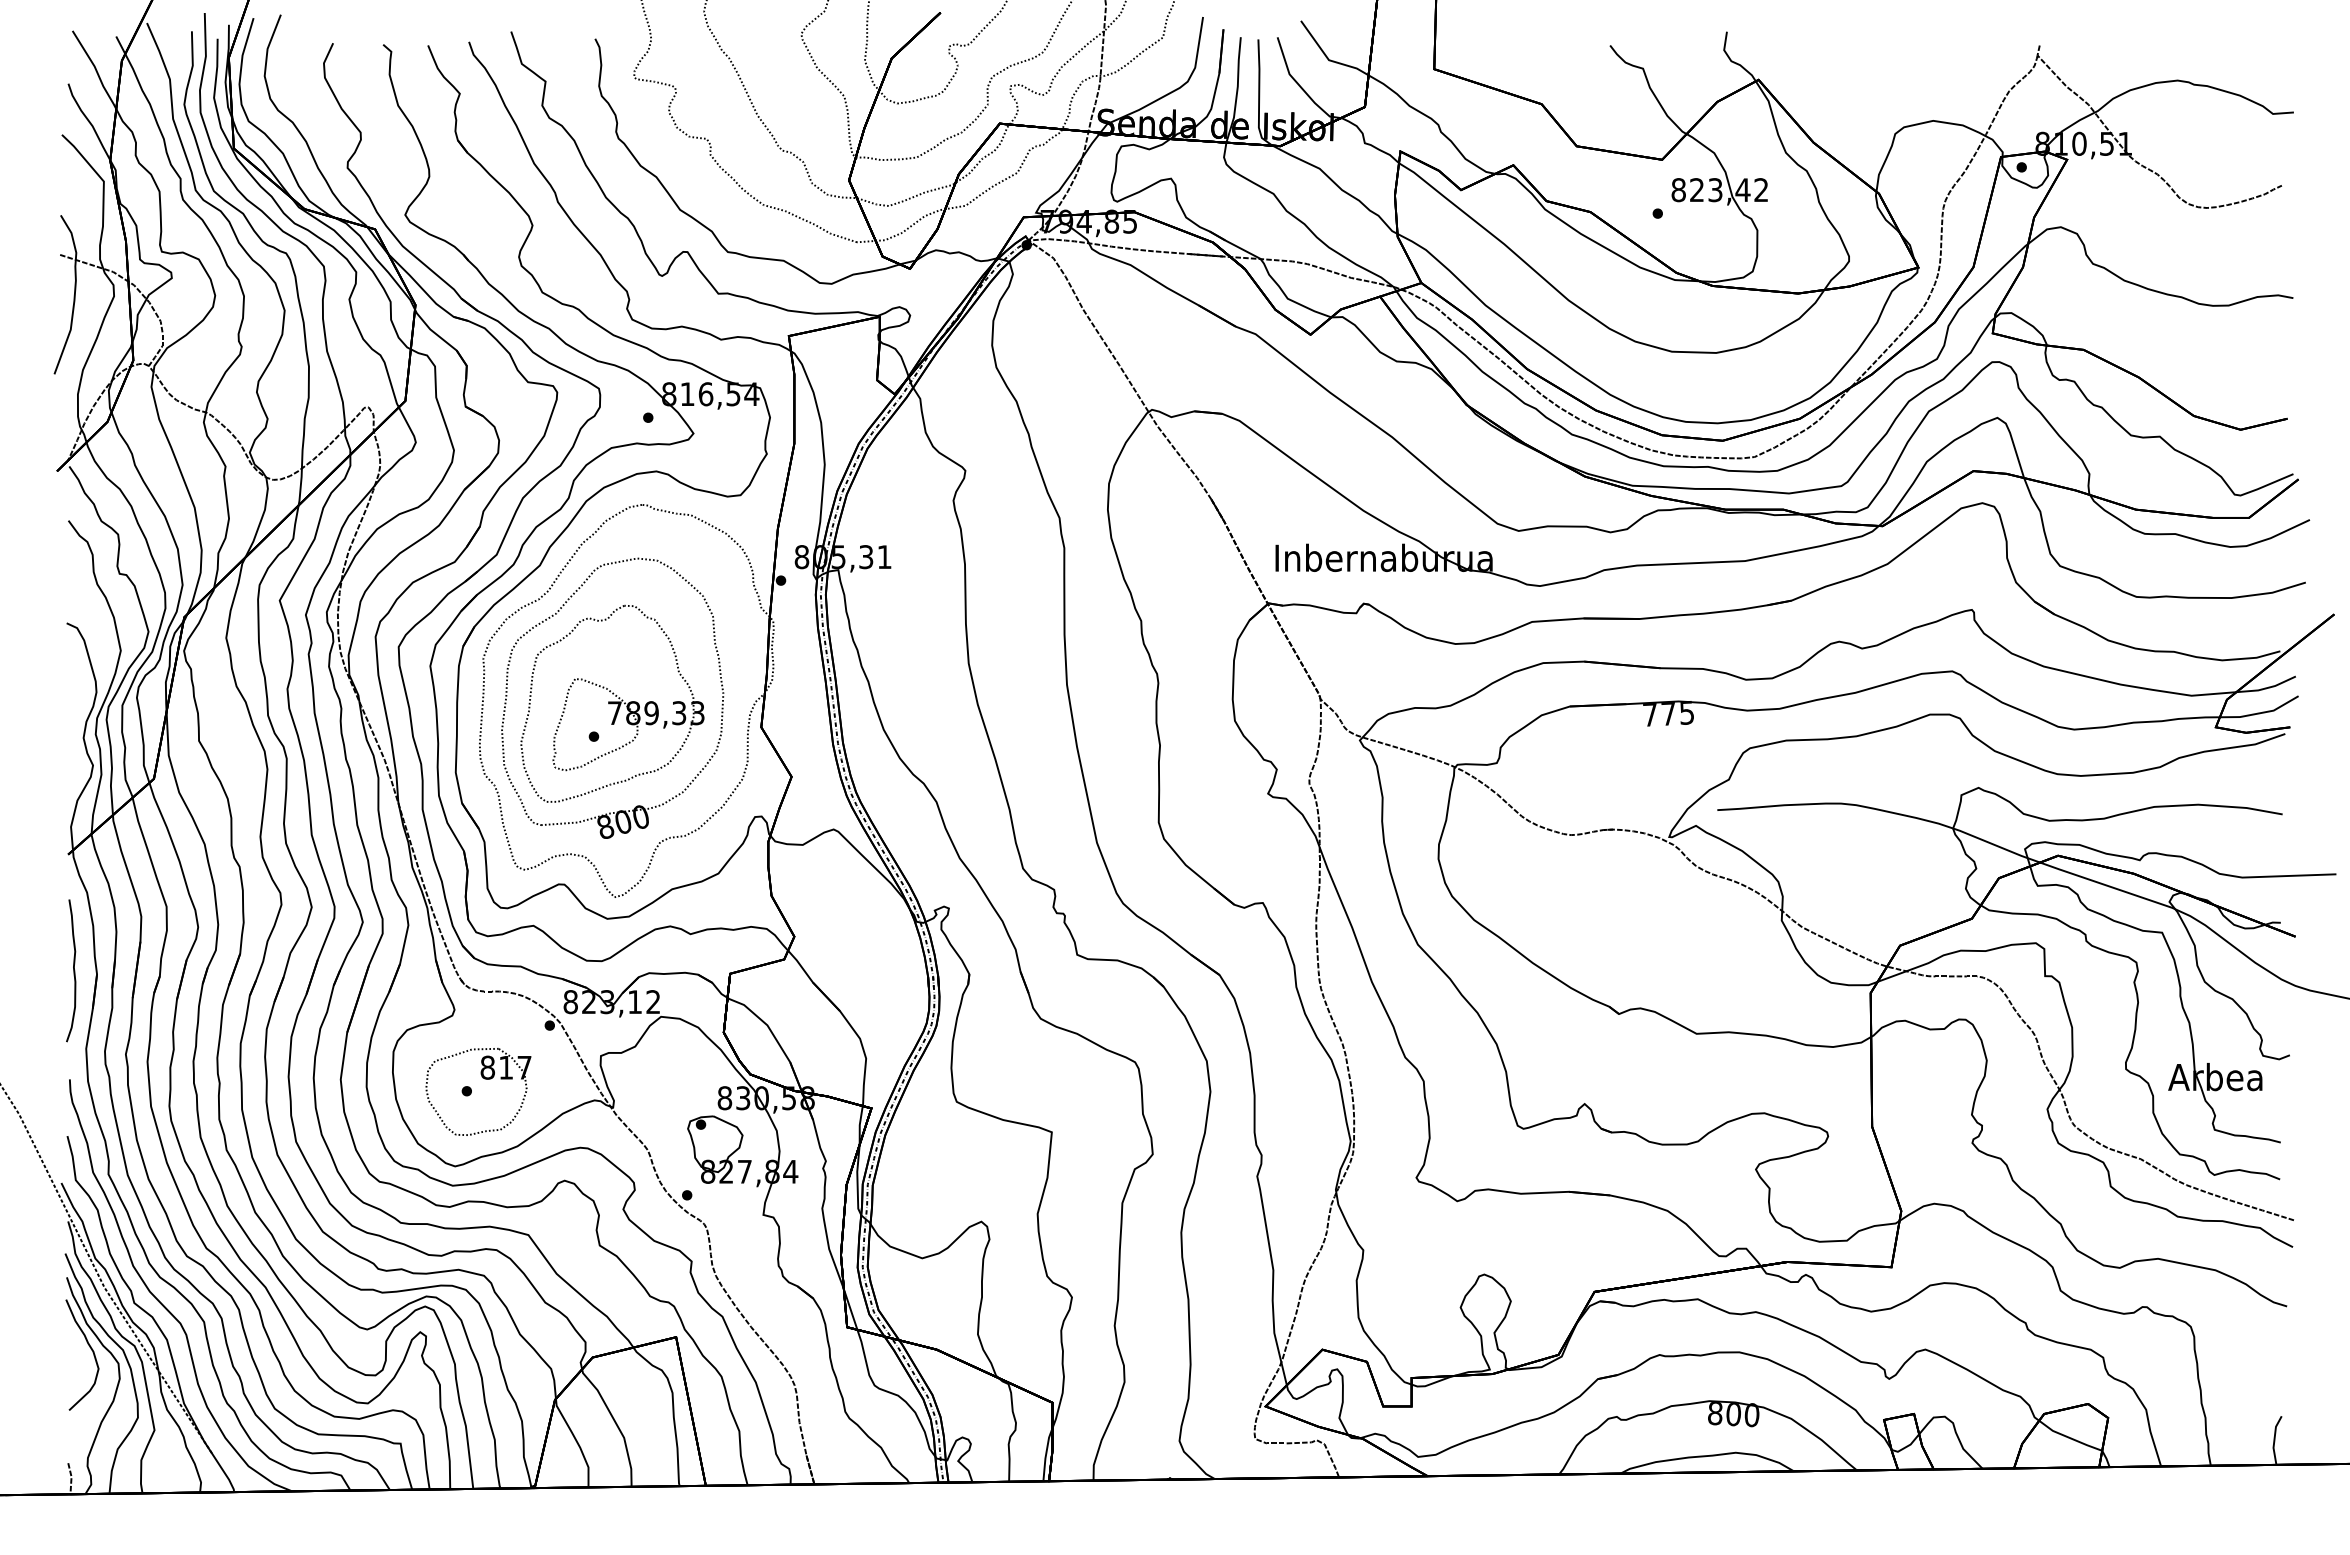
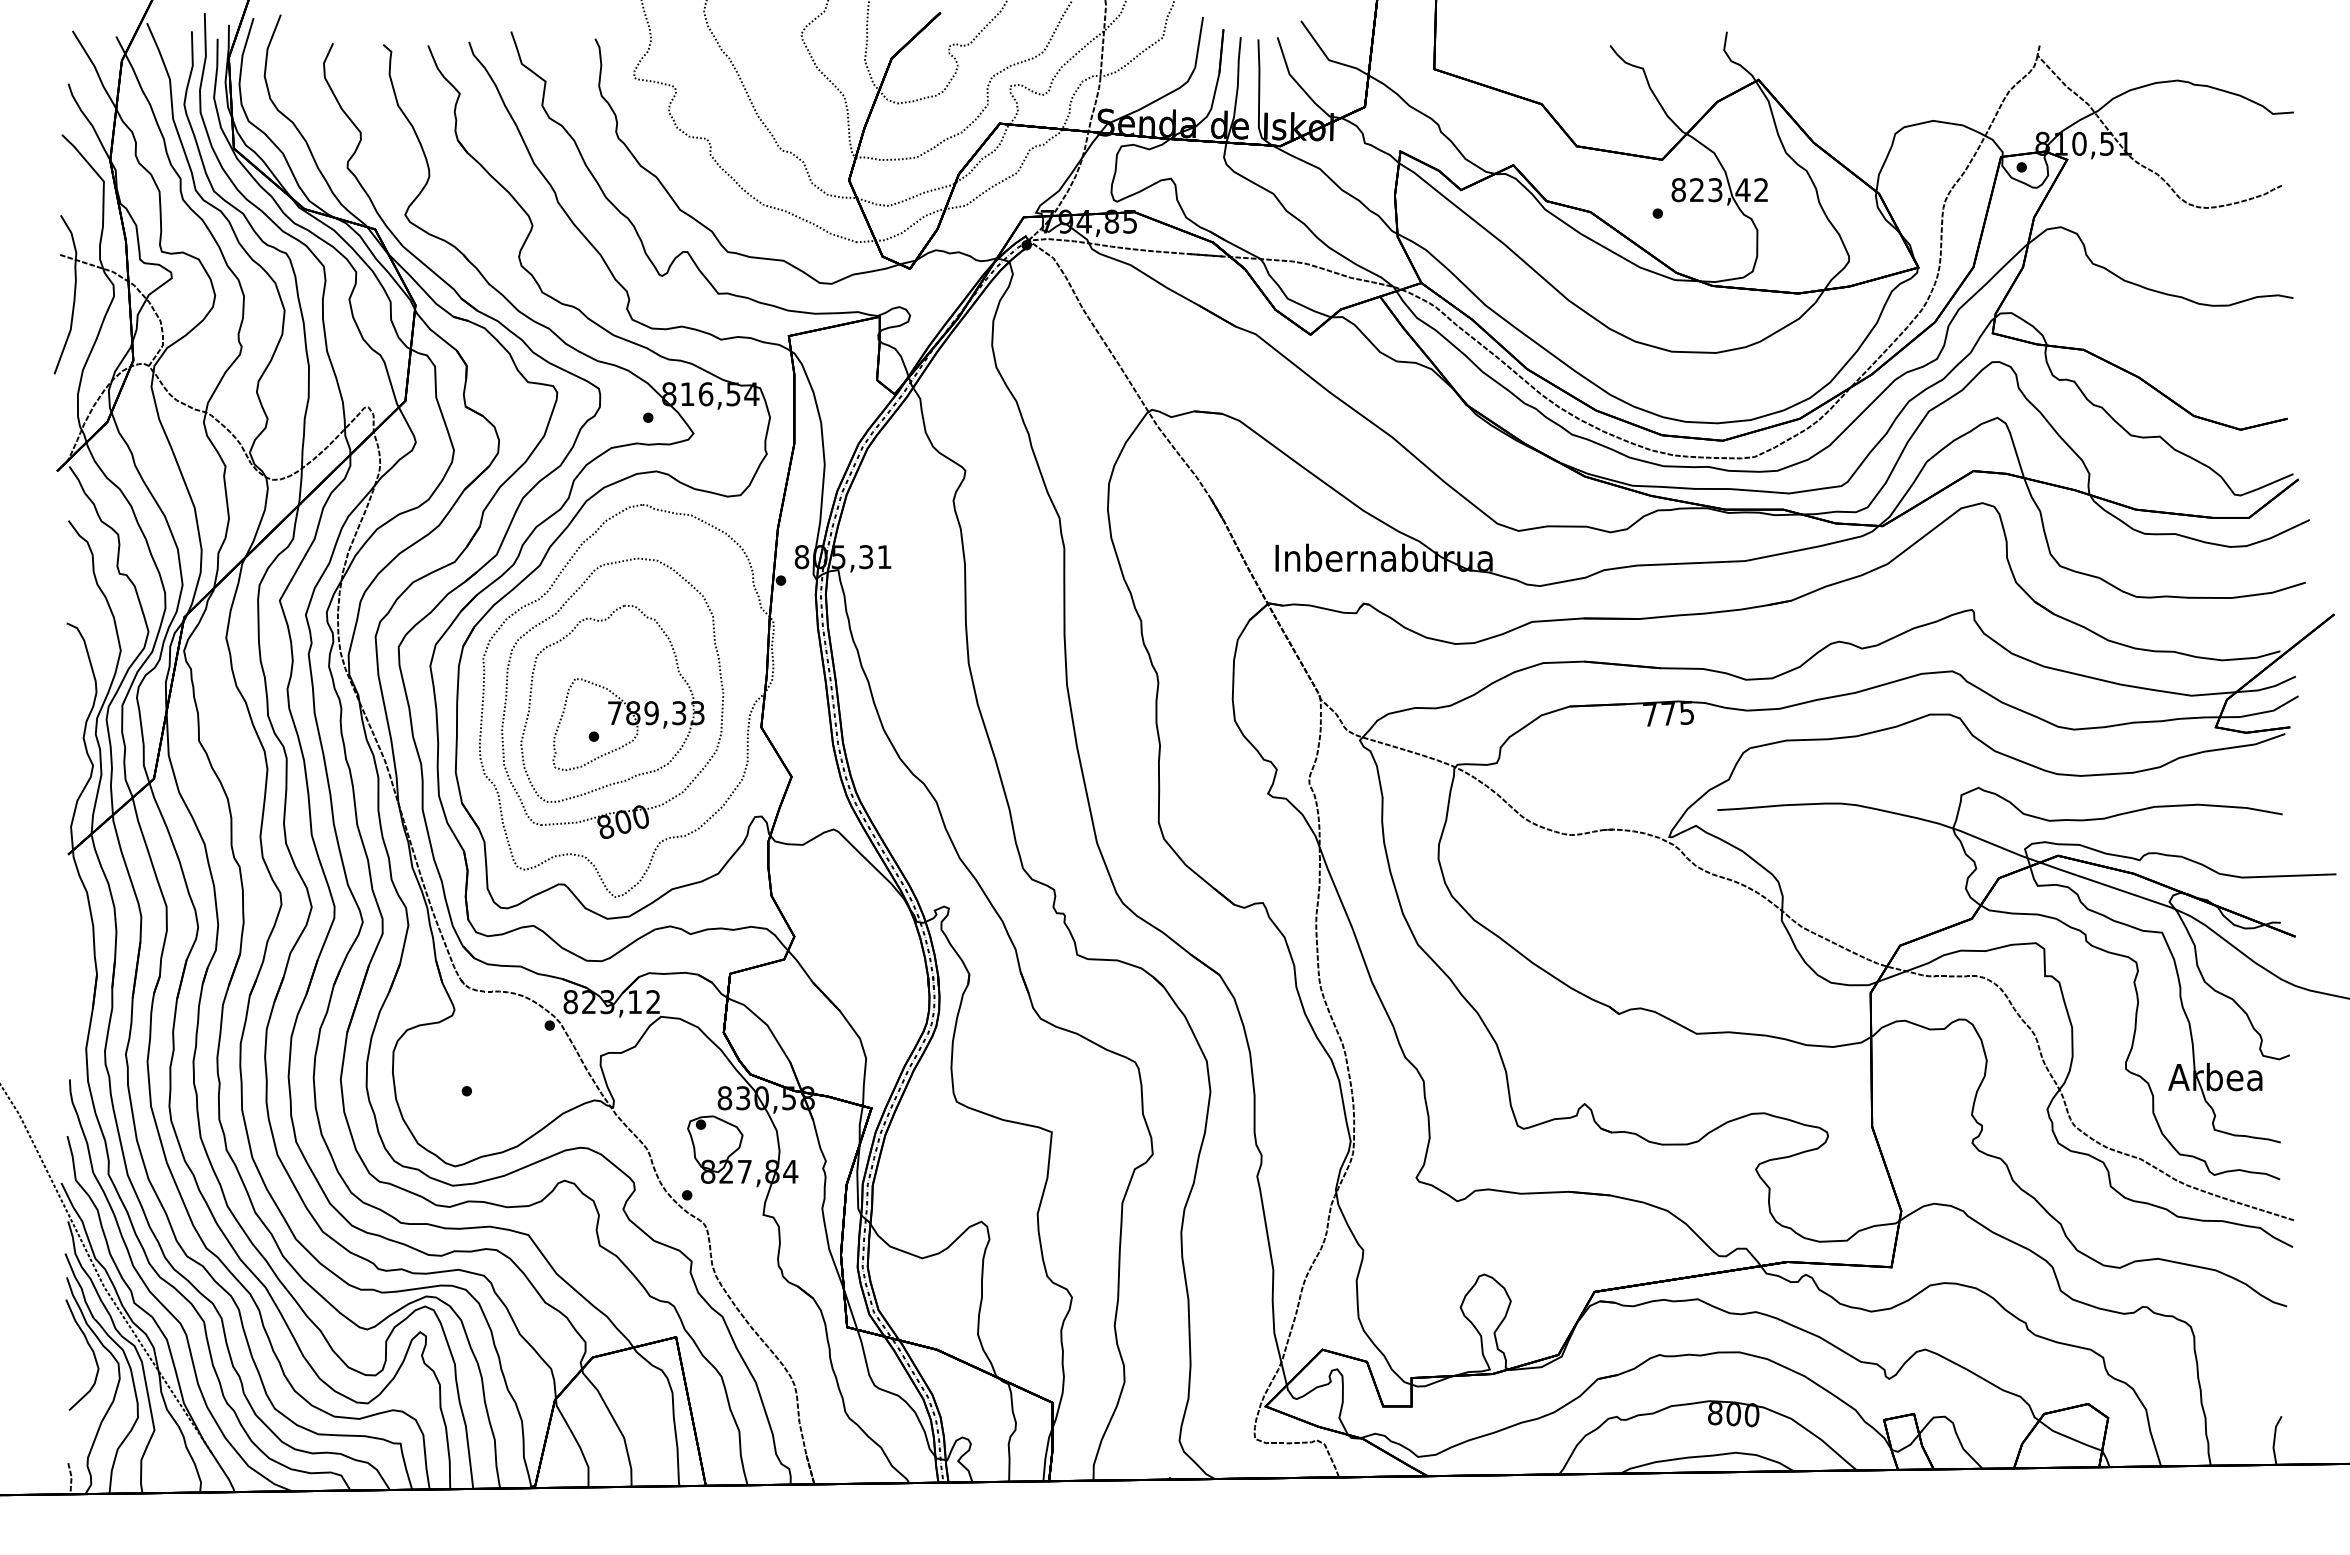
curve at (73, 970): present -> none
part at (484, 1079): present -> none
